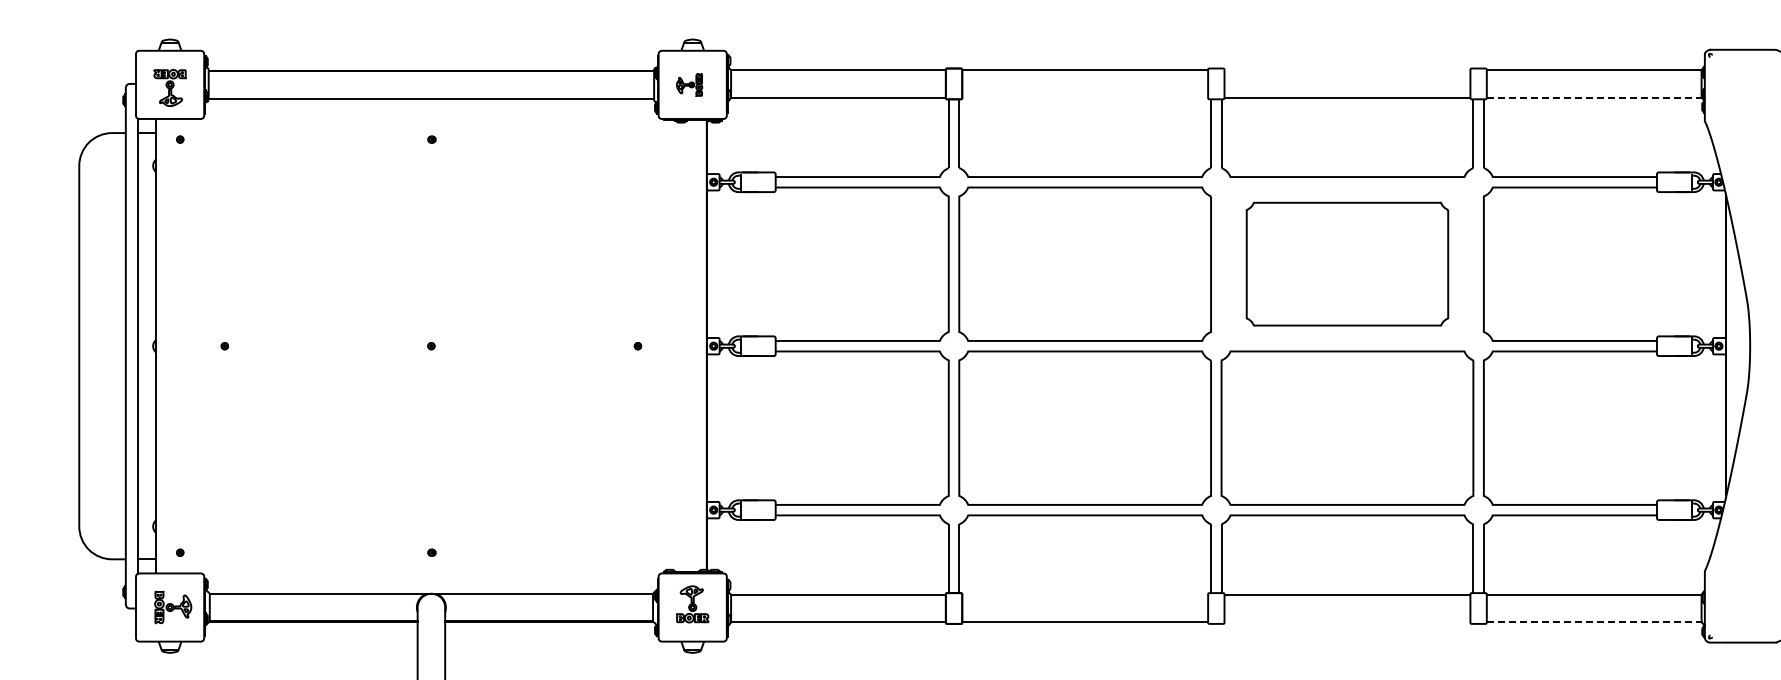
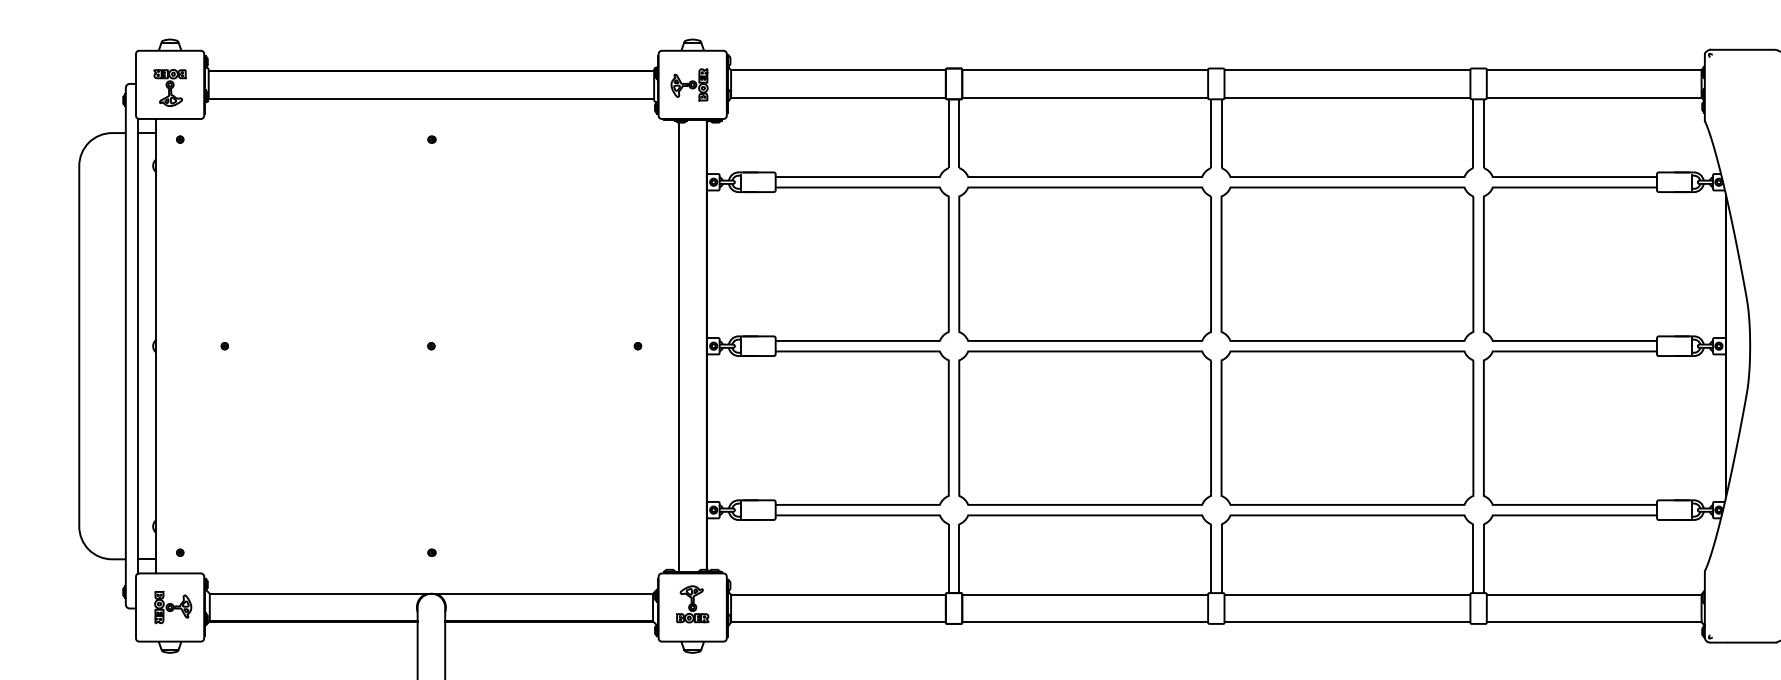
line at (1347, 70): none -> present
part at (689, 84) size: 28x24 px -> 39x34 px
line at (1085, 97): none -> present
line at (1594, 97): dashed -> solid
part at (1347, 263) size: 205x126 px -> 255x156 px
line at (678, 347): none -> present
line at (1085, 594): none -> present
line at (1347, 622): none -> present
line at (1594, 622): dashed -> solid
